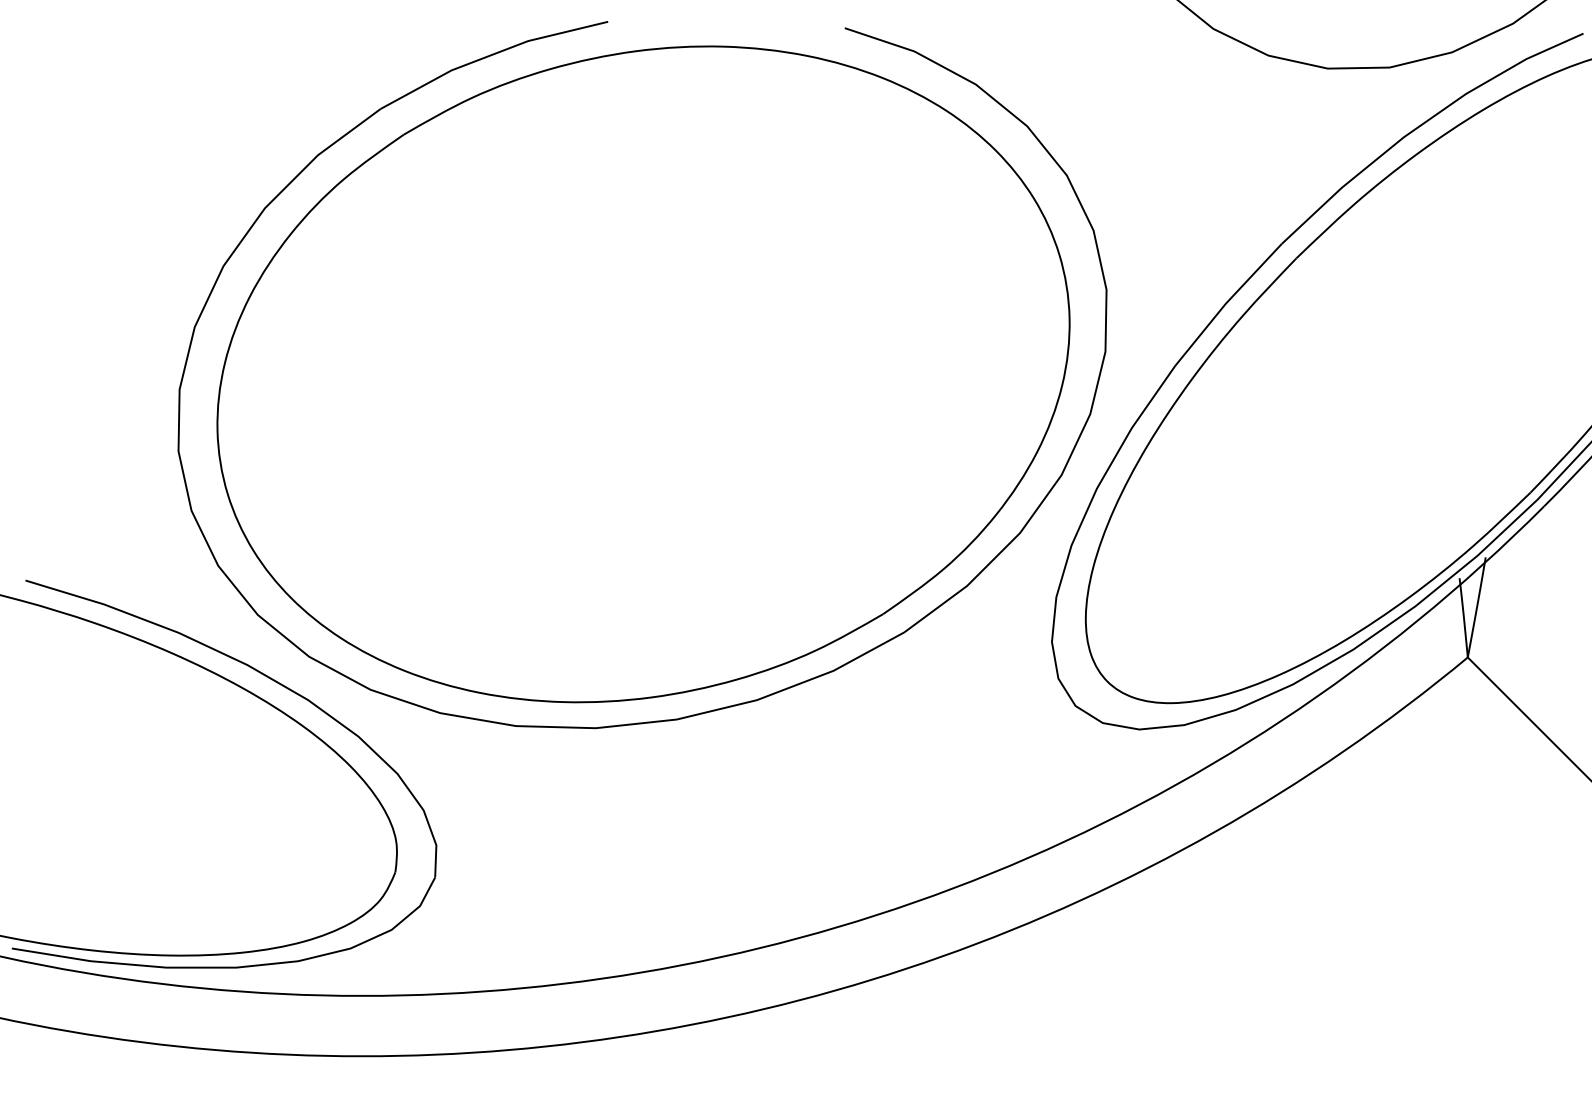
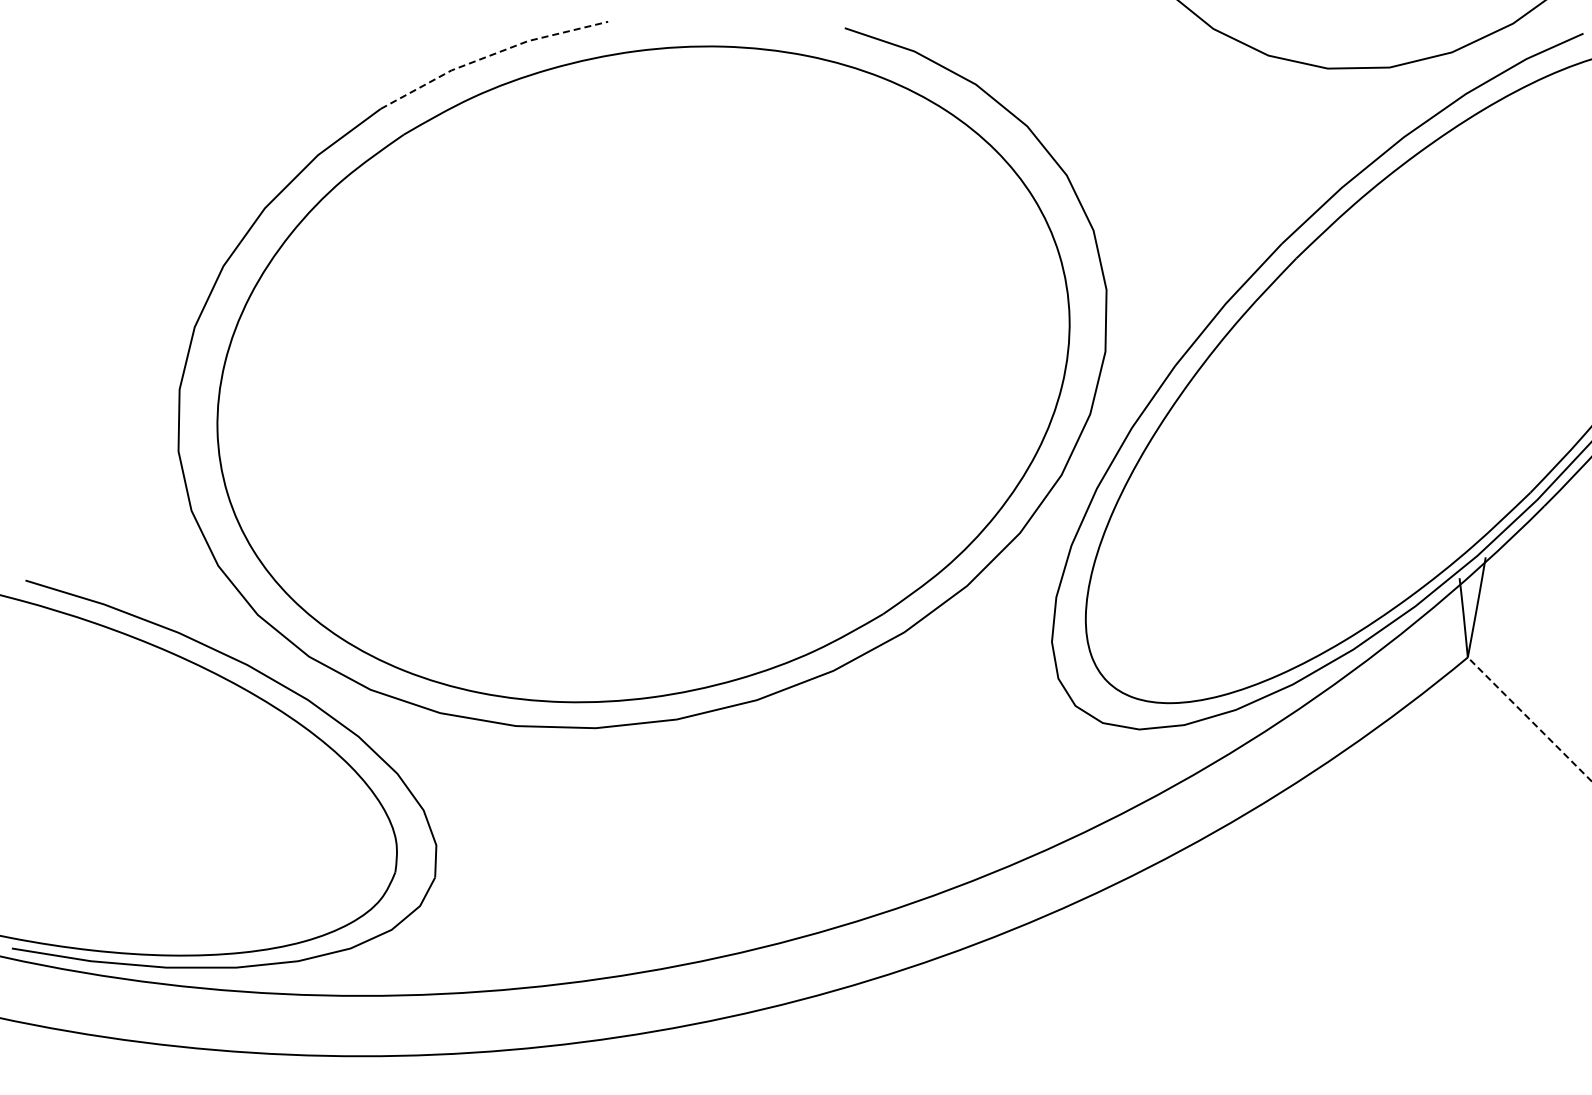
line at (490, 55): solid -> dashed
line at (1529, 718): solid -> dashed
